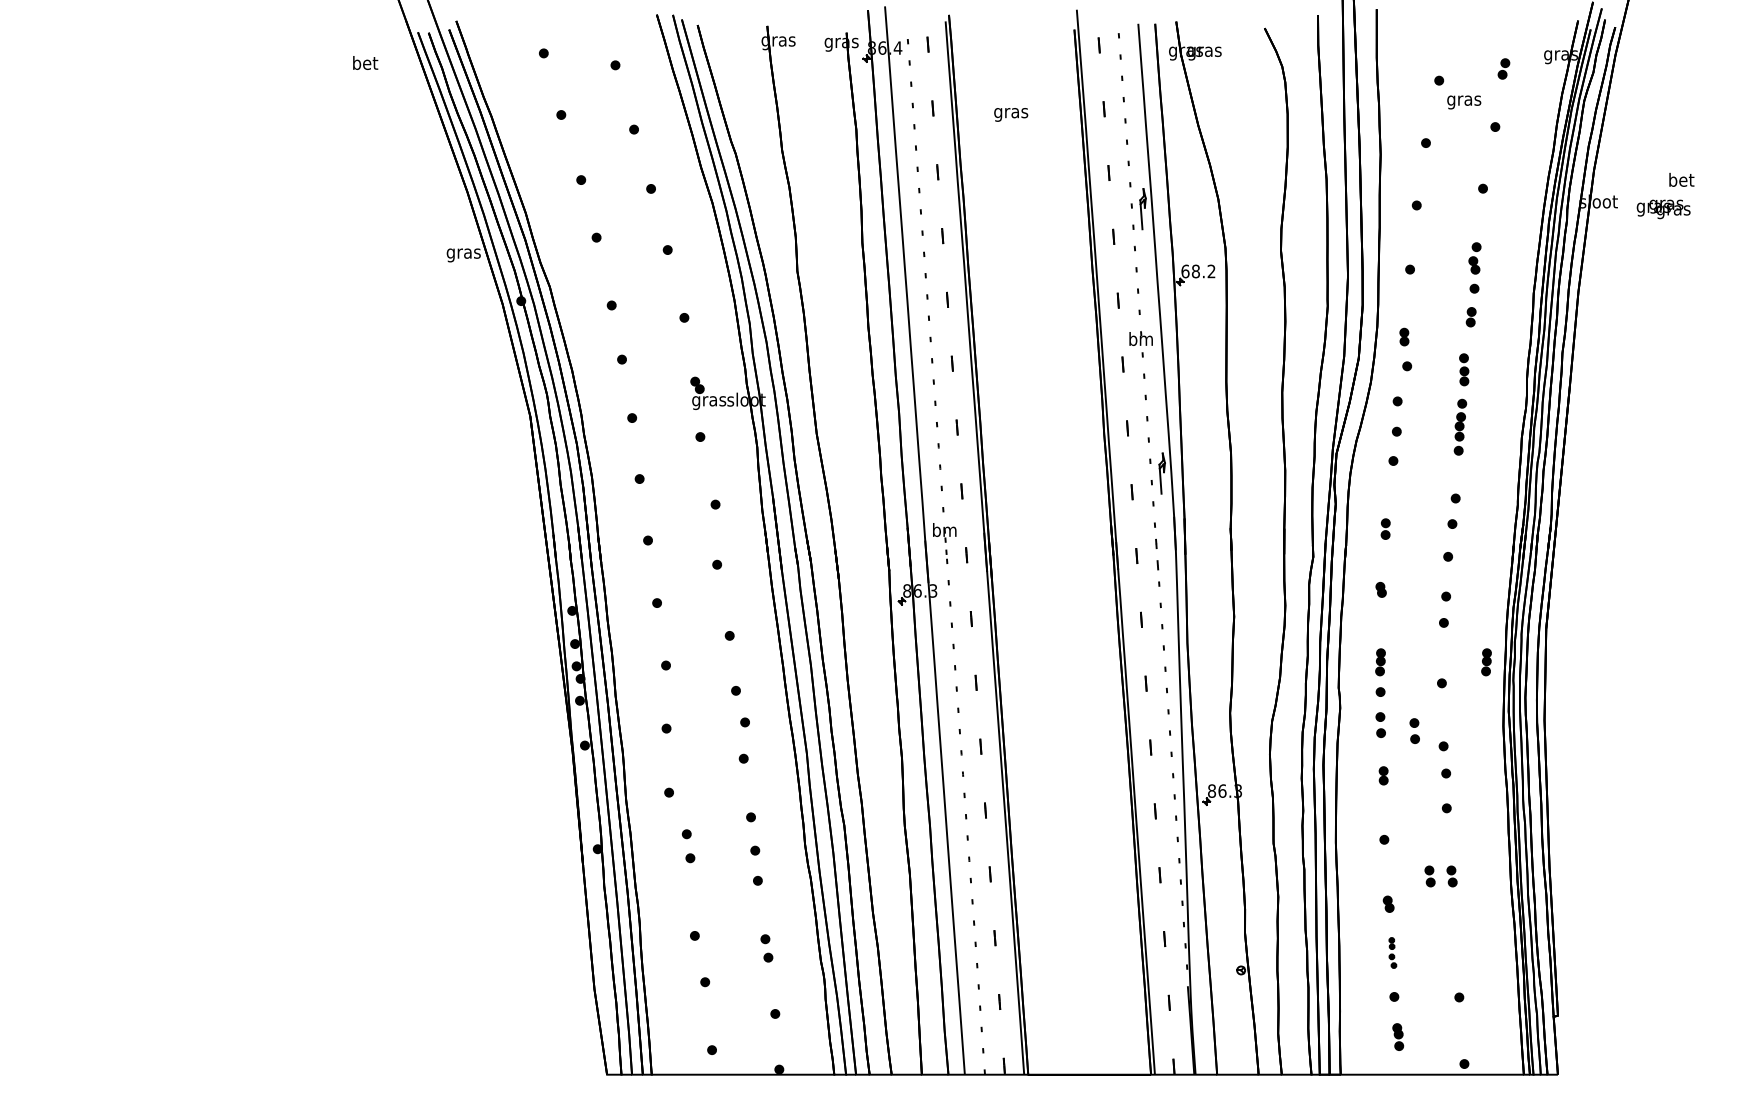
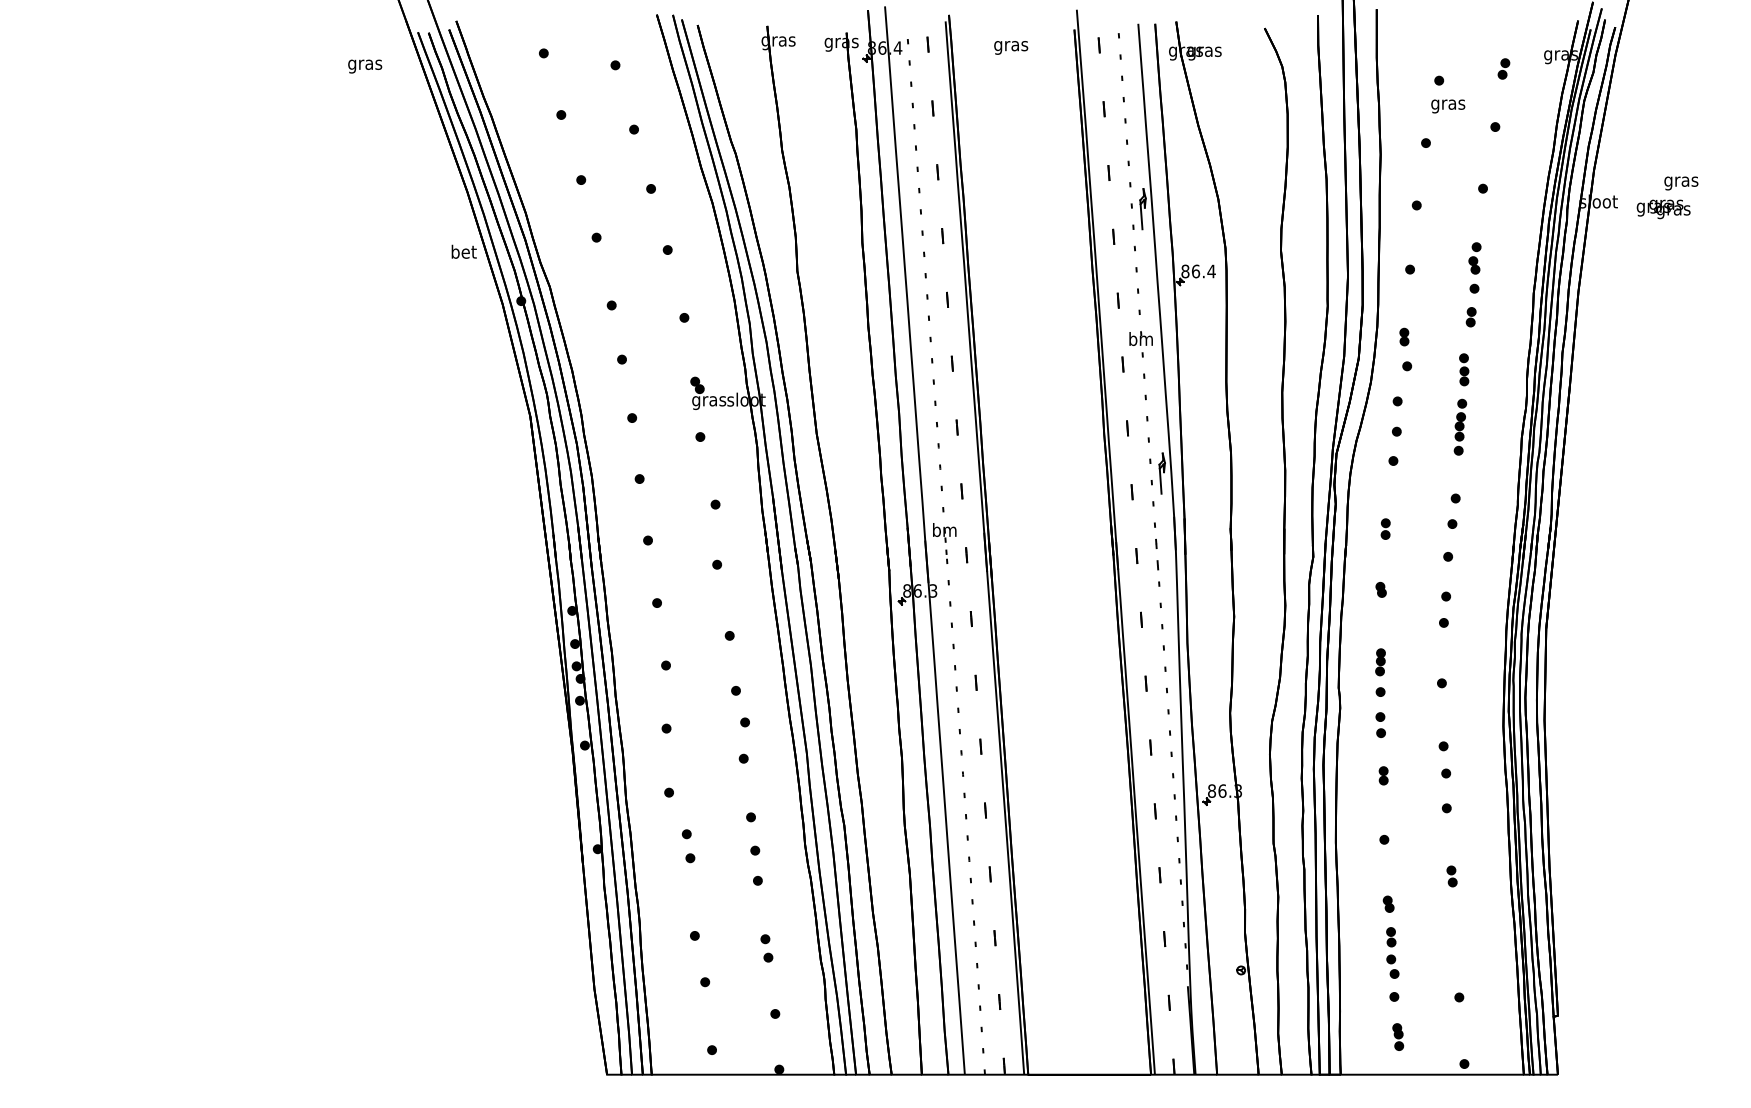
text at (365, 64): bet -> gras
text at (1464, 102) position: (1464, 102) -> (1448, 106)
text at (1011, 114) position: (1011, 114) -> (1011, 47)
text at (1681, 181): bet -> gras
text at (463, 253): gras -> bet
text at (1198, 271): 68.2 -> 86.4
part at (1486, 662): present -> none
part at (1414, 730): present -> none
part at (1429, 876): present -> none
part at (1392, 952) size: 10x32 px -> 14x52 px
